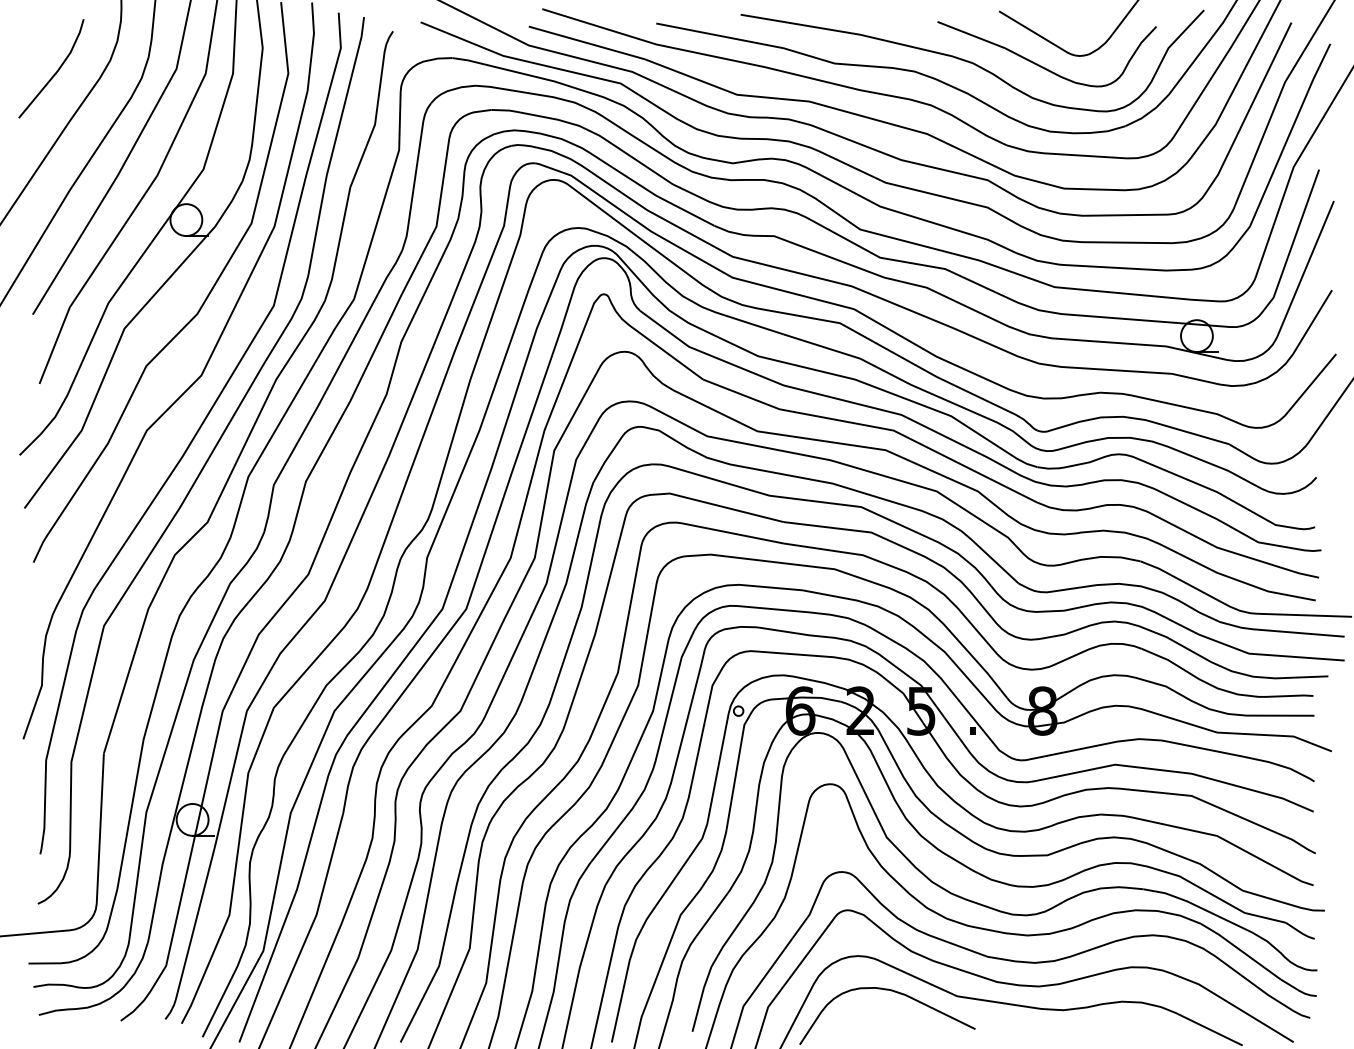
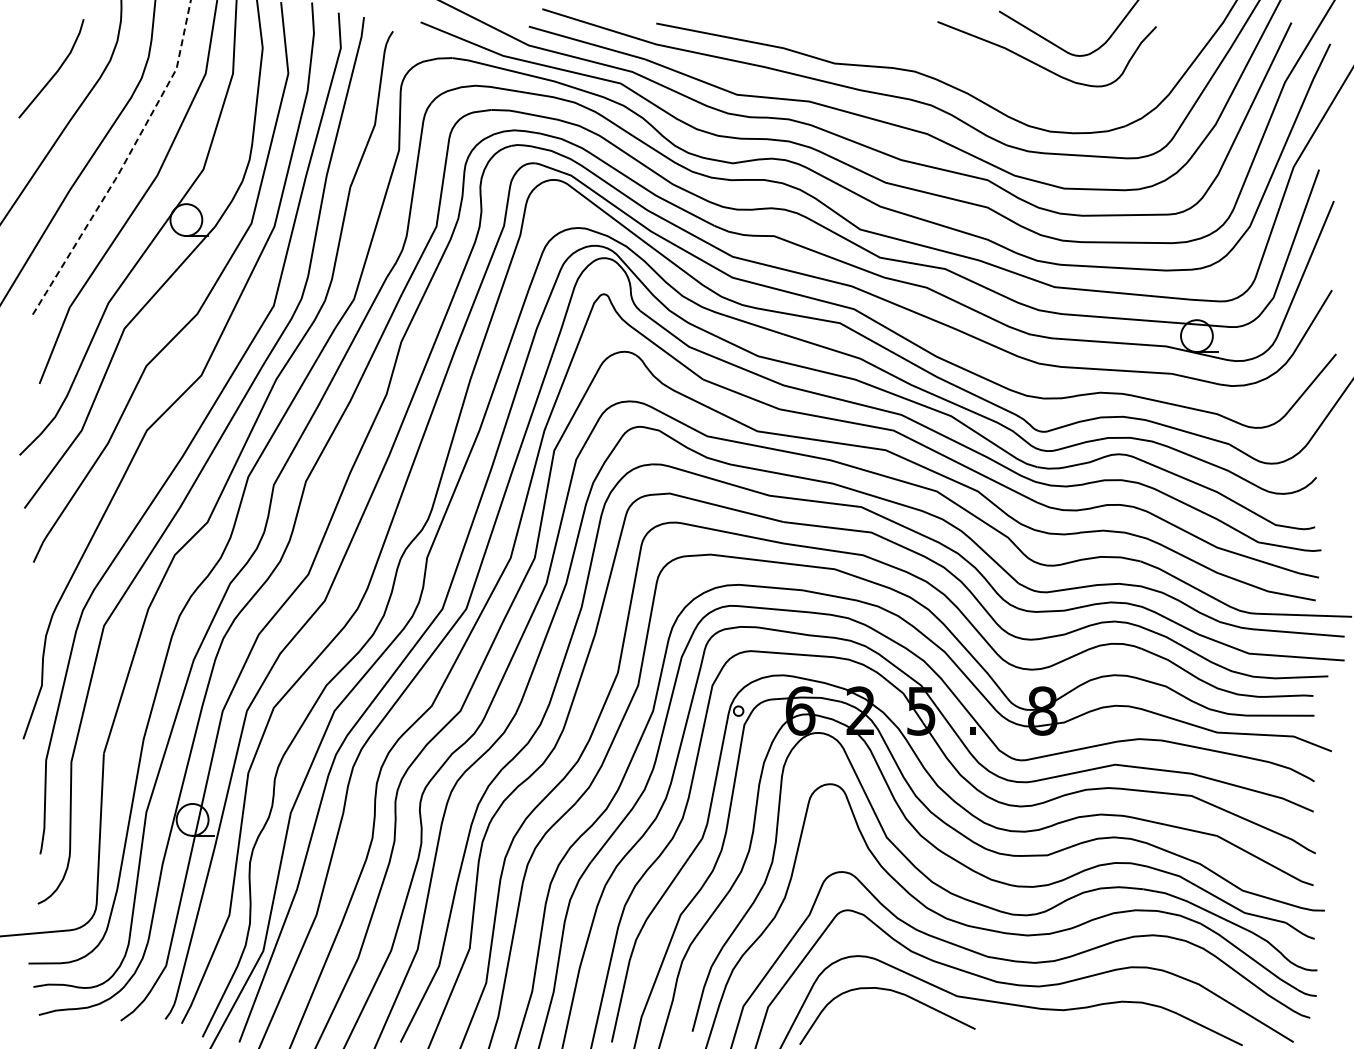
curve at (971, 61): present -> none
line at (124, 163): solid -> dashed
